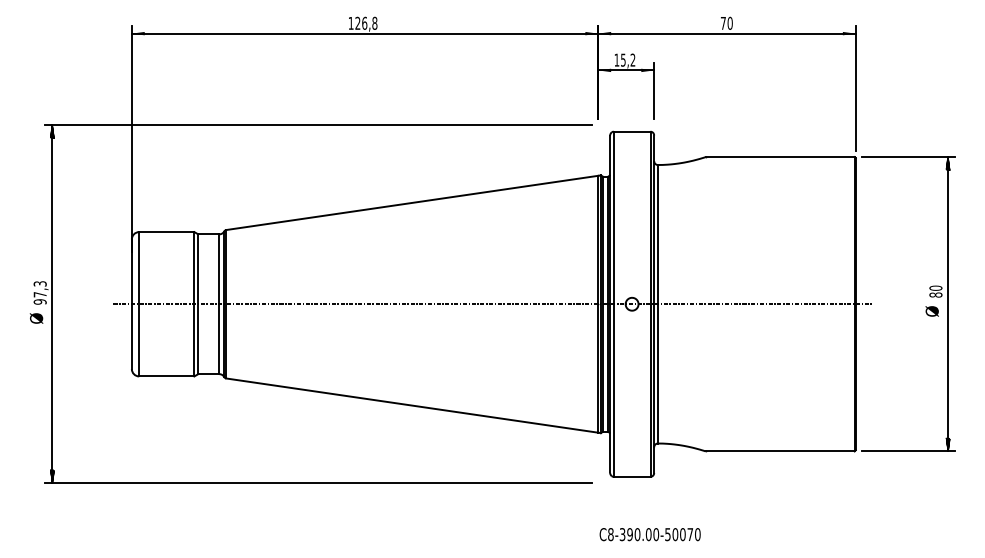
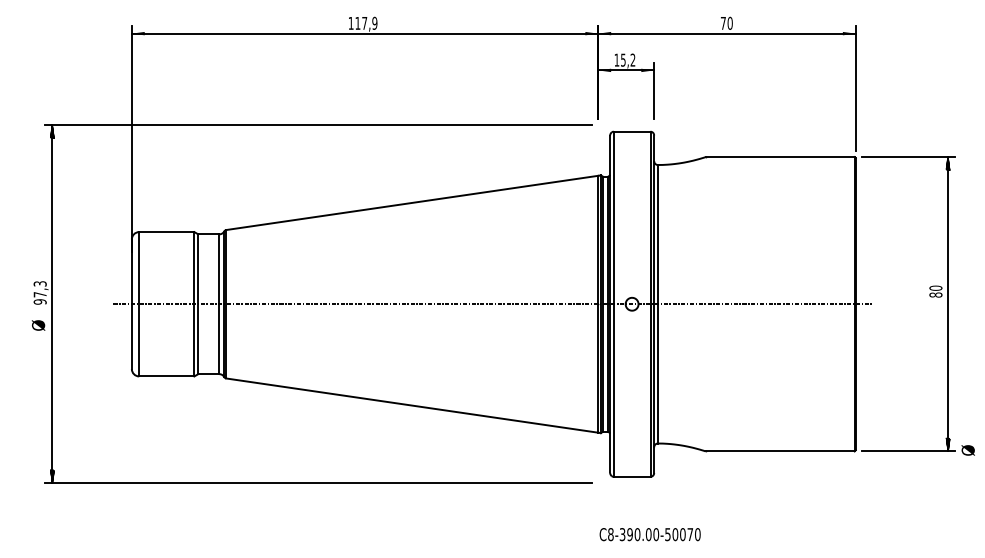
text at (366, 22): 126,8 -> 117,9
text at (931, 311) position: (931, 311) -> (967, 450)
text at (36, 318) position: (36, 318) -> (38, 325)
